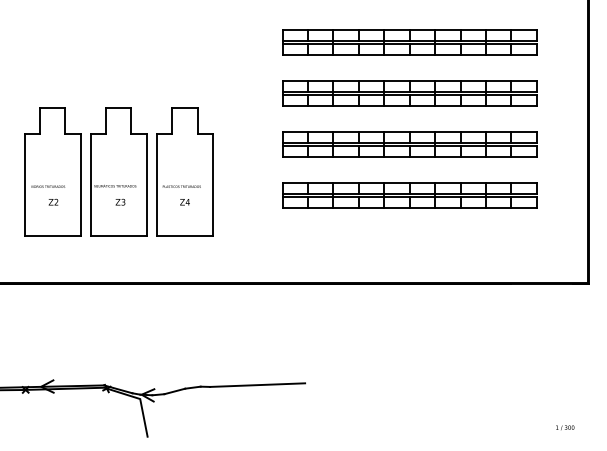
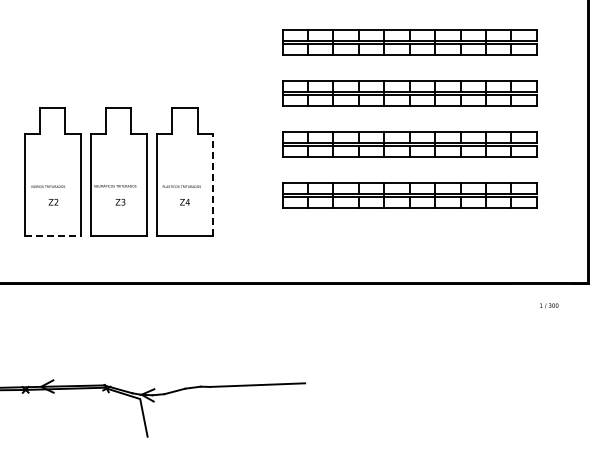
line at (212, 184): solid -> dashed
line at (52, 235): solid -> dashed
text at (565, 427) position: (565, 427) -> (549, 305)
